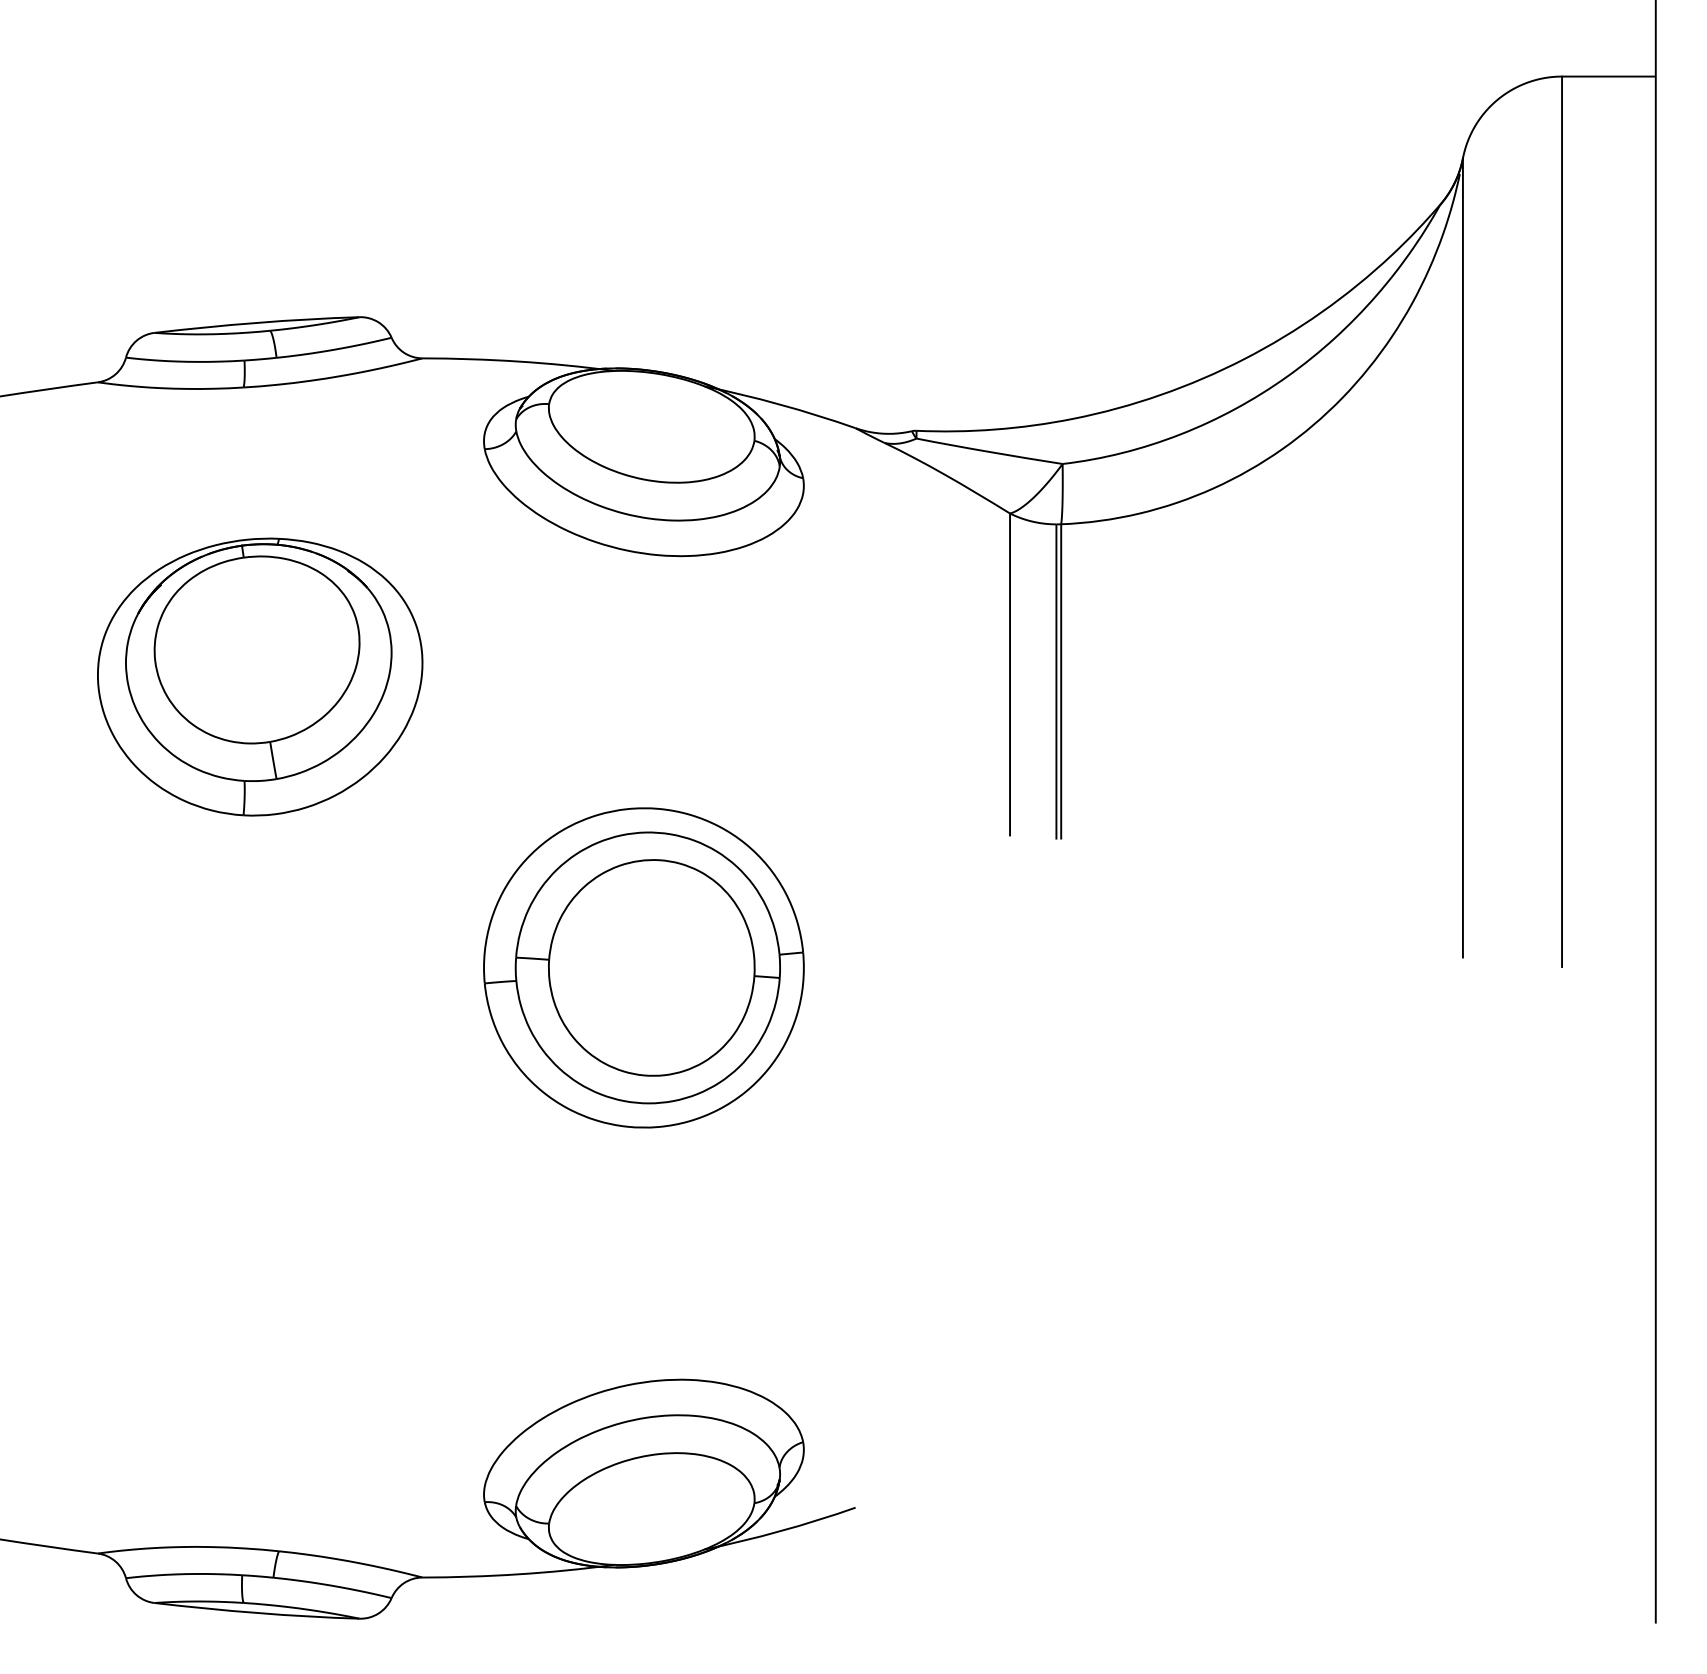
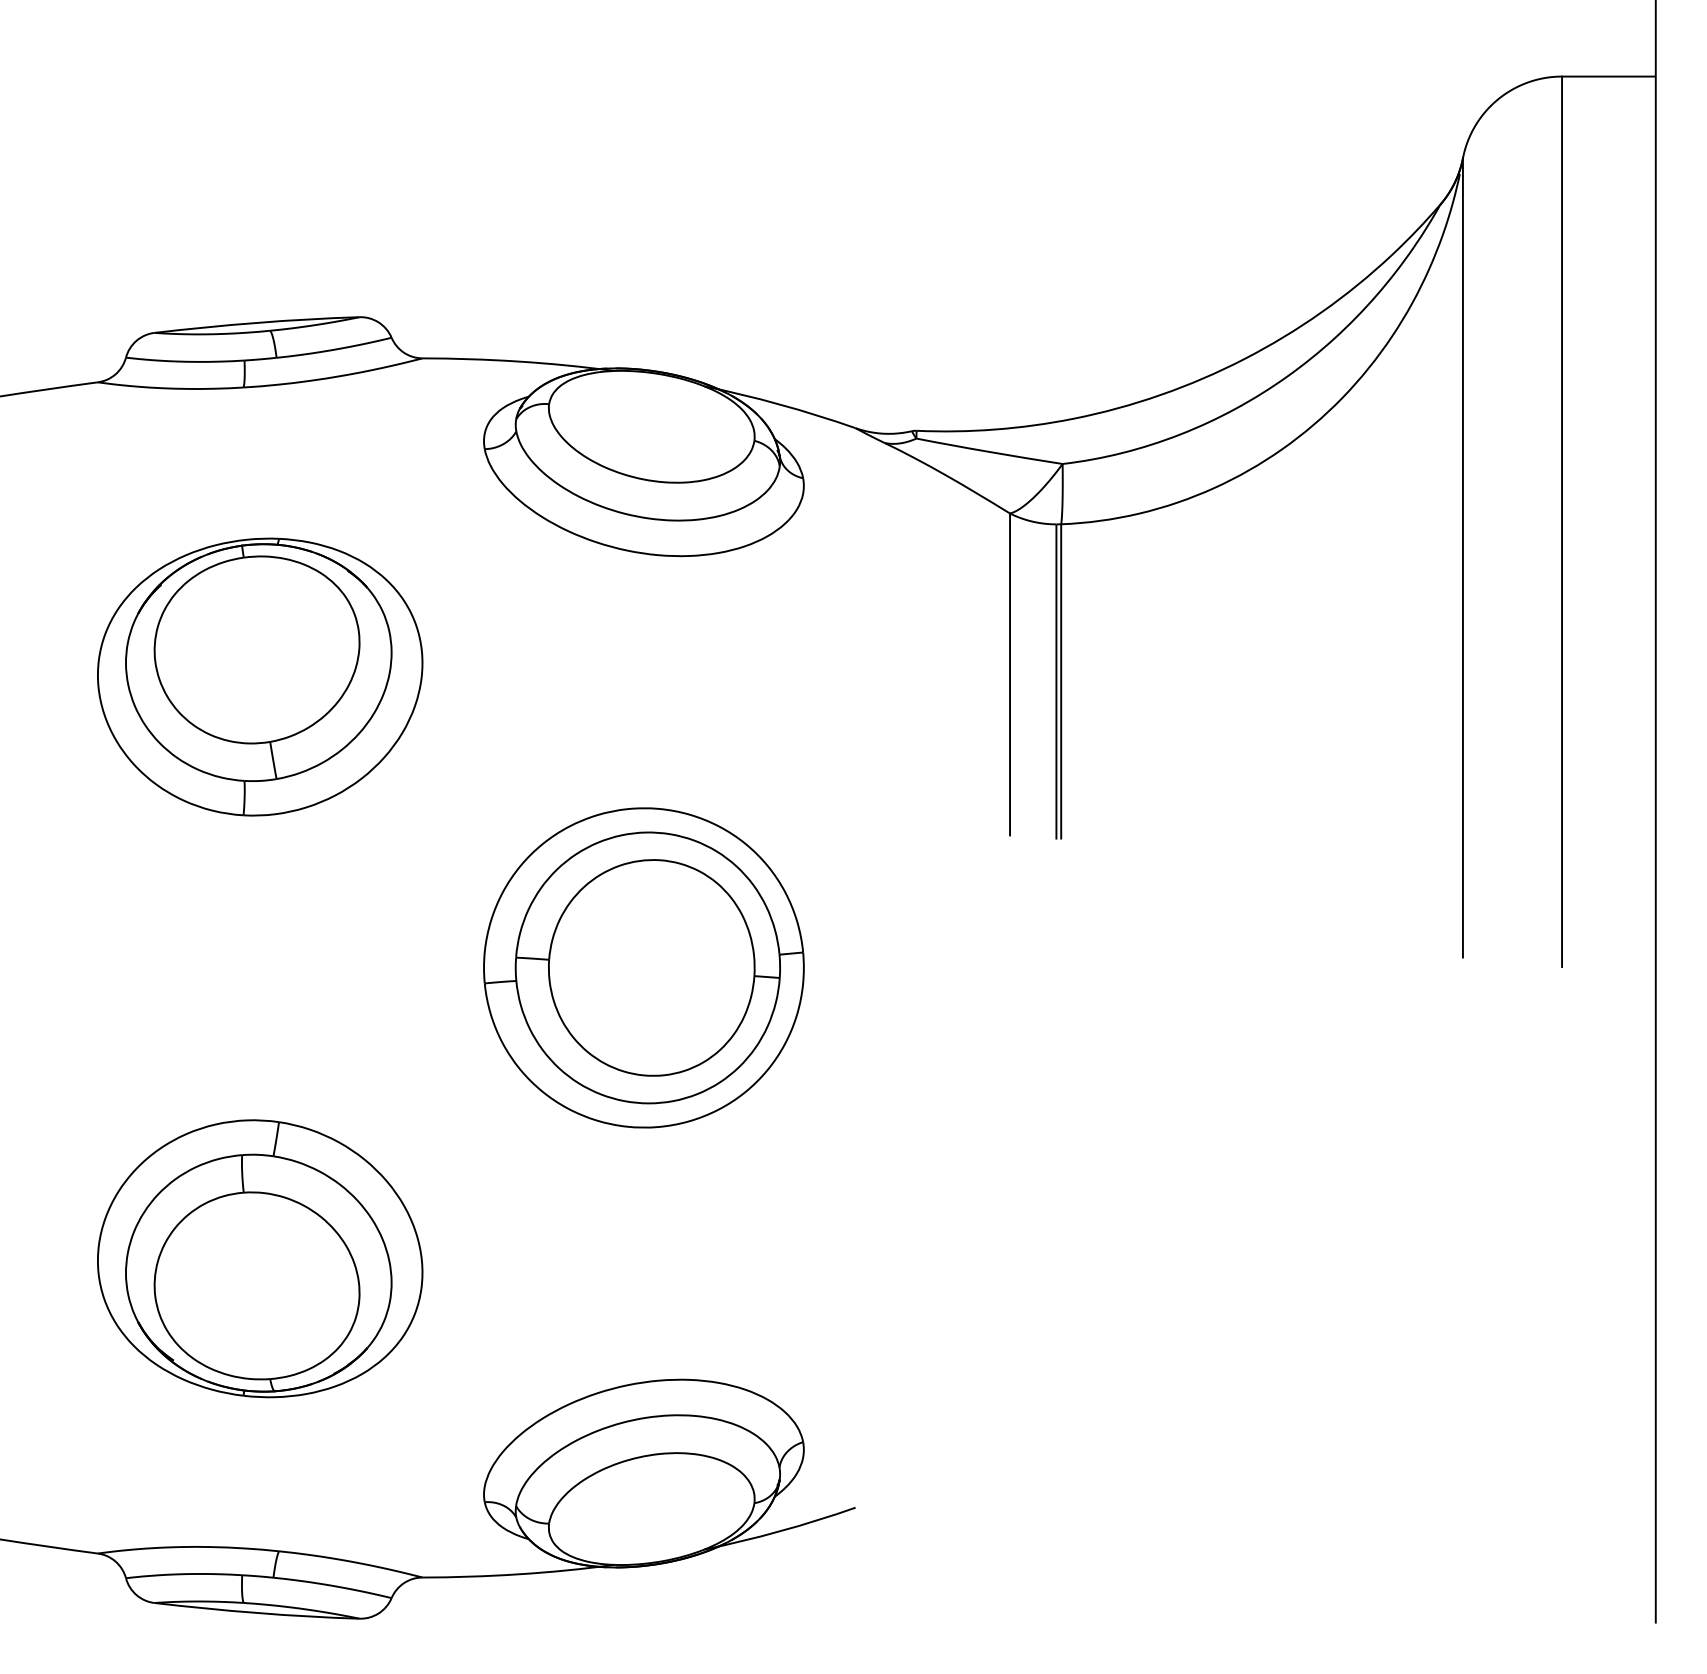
part at (260, 1258): none -> present
